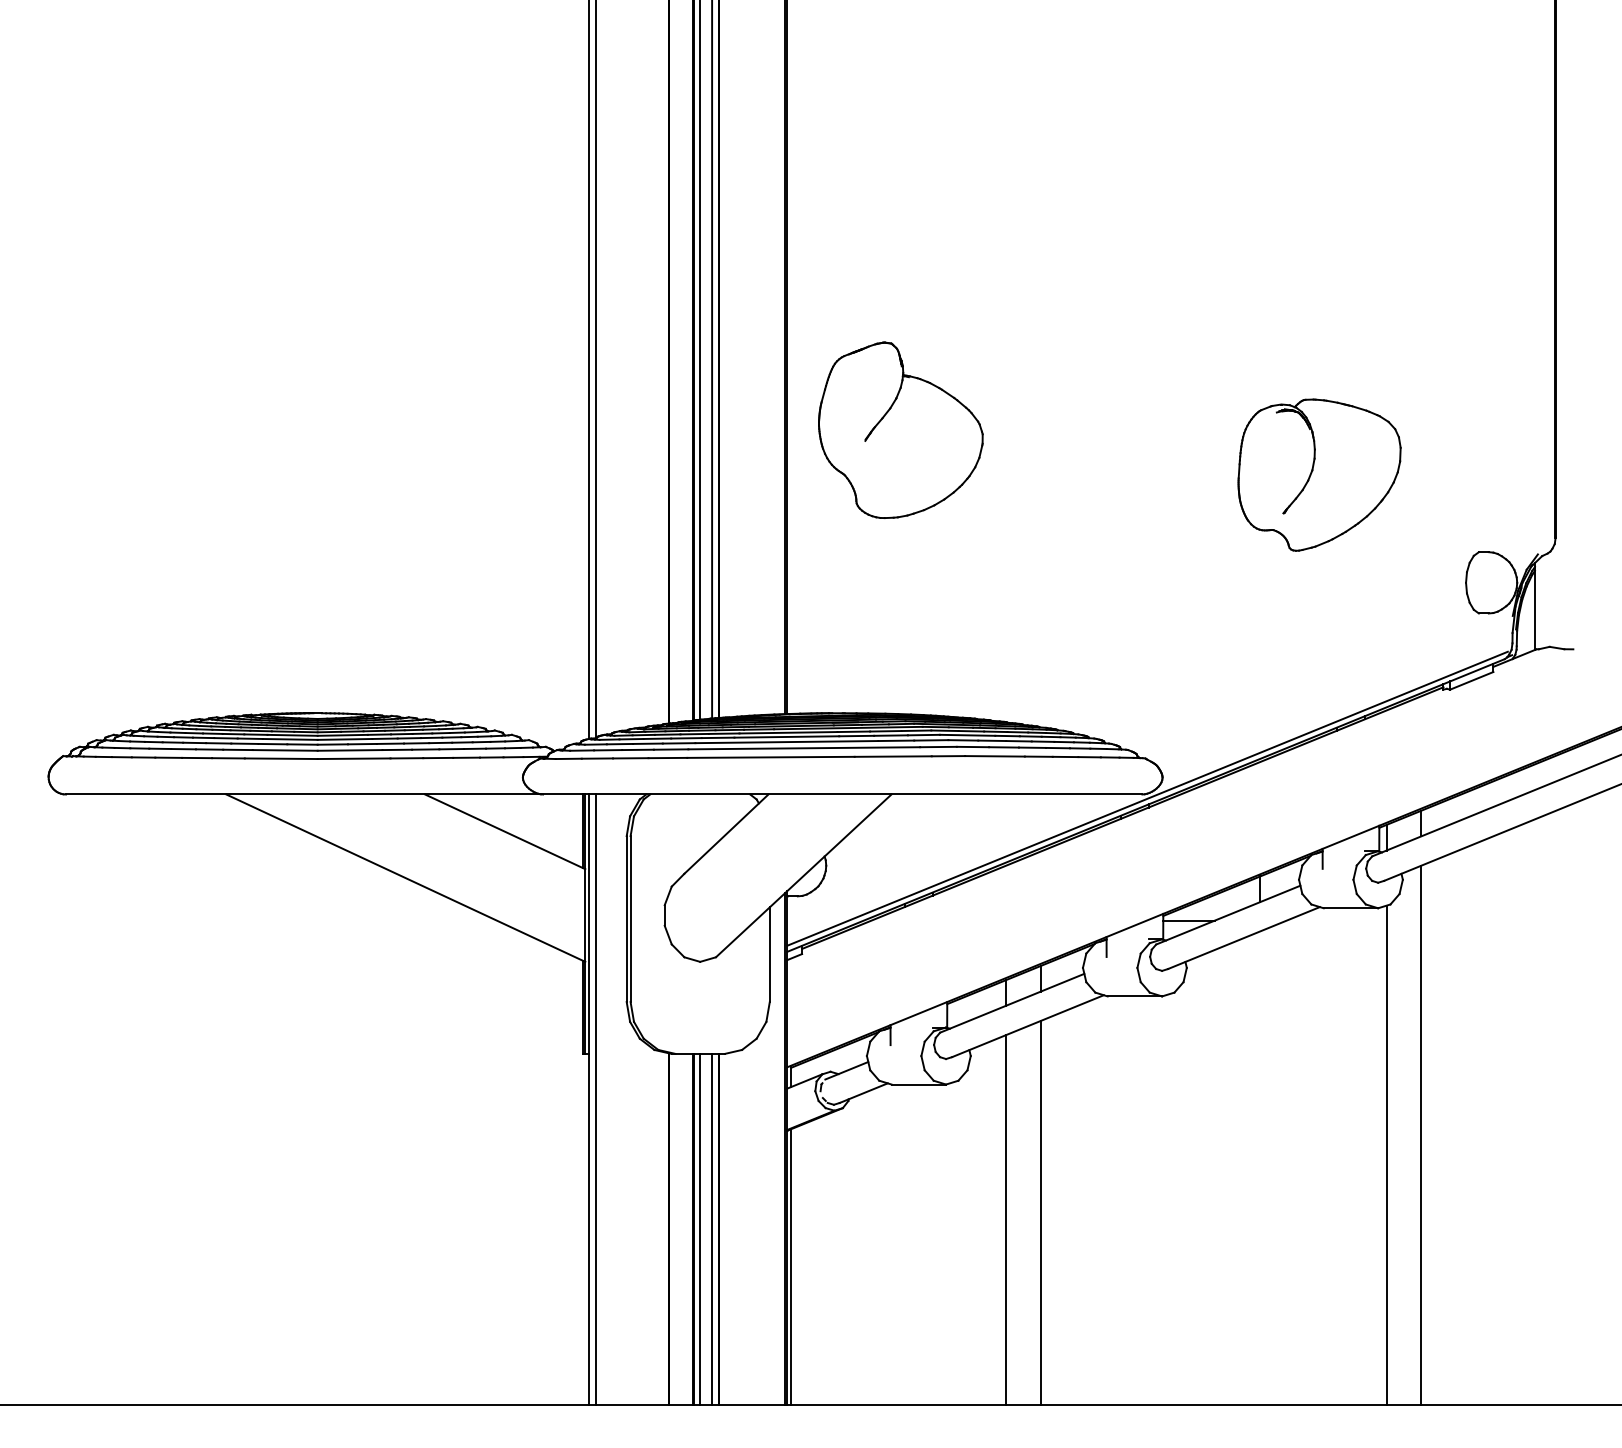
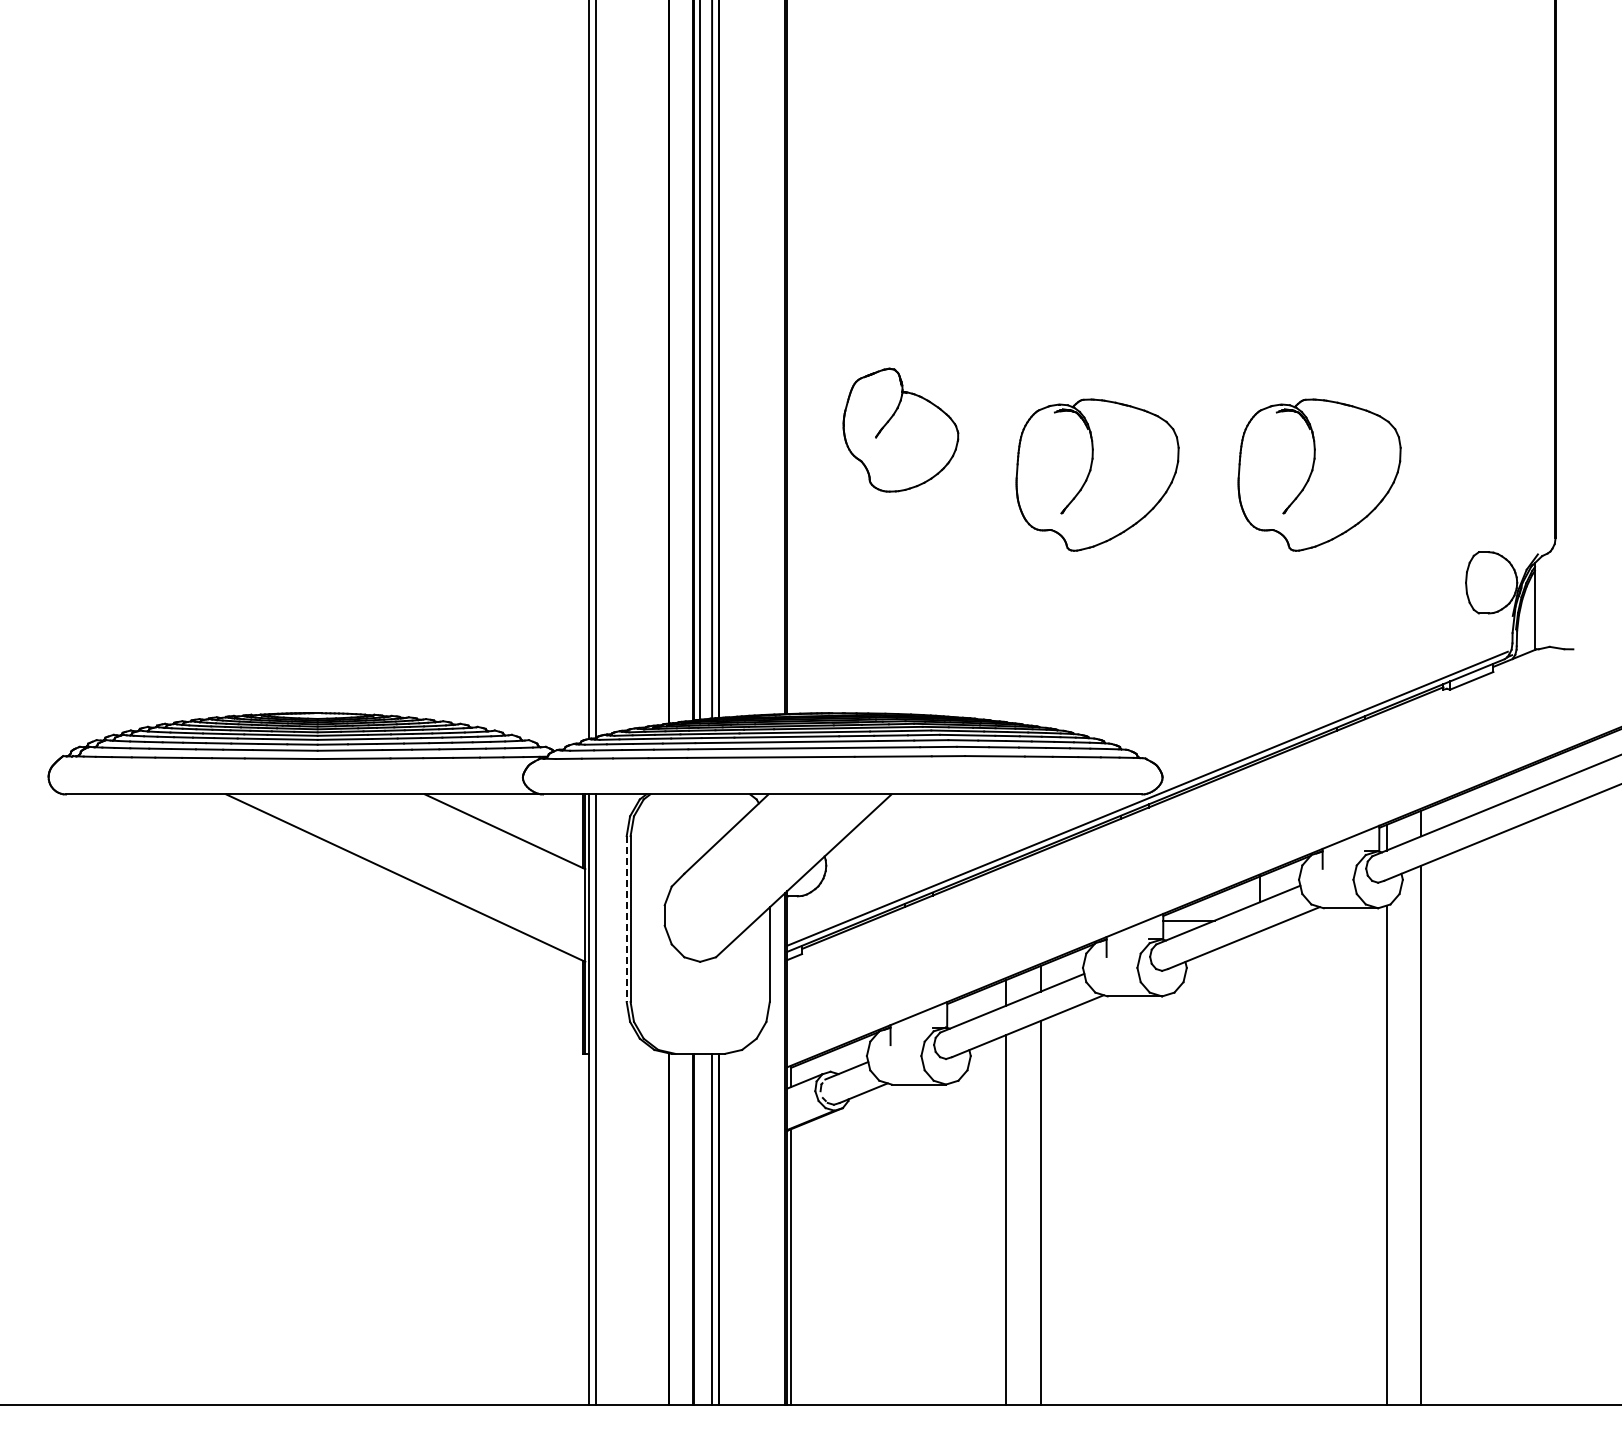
part at (900, 429) size: 166x178 px -> 118x126 px
part at (1097, 474): none -> present
line at (626, 919): solid -> dashed
line at (699, 1228): present -> none
